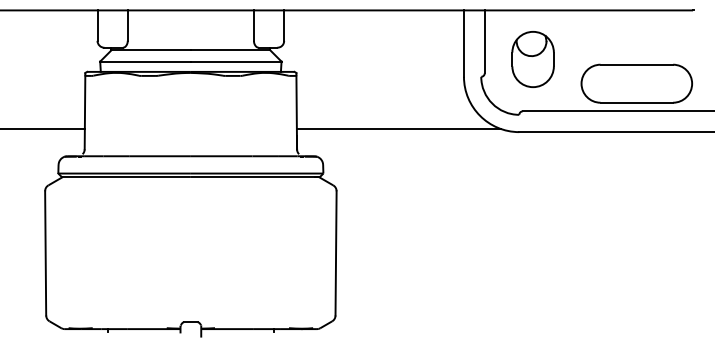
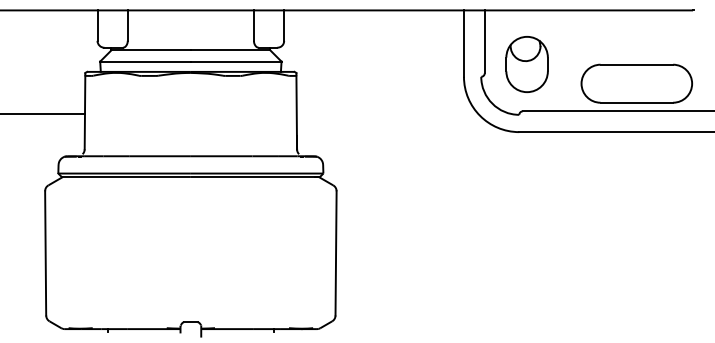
part at (532, 59) position: (532, 59) -> (526, 64)
line at (43, 129) position: (43, 129) -> (43, 114)
line at (398, 129): present -> none
